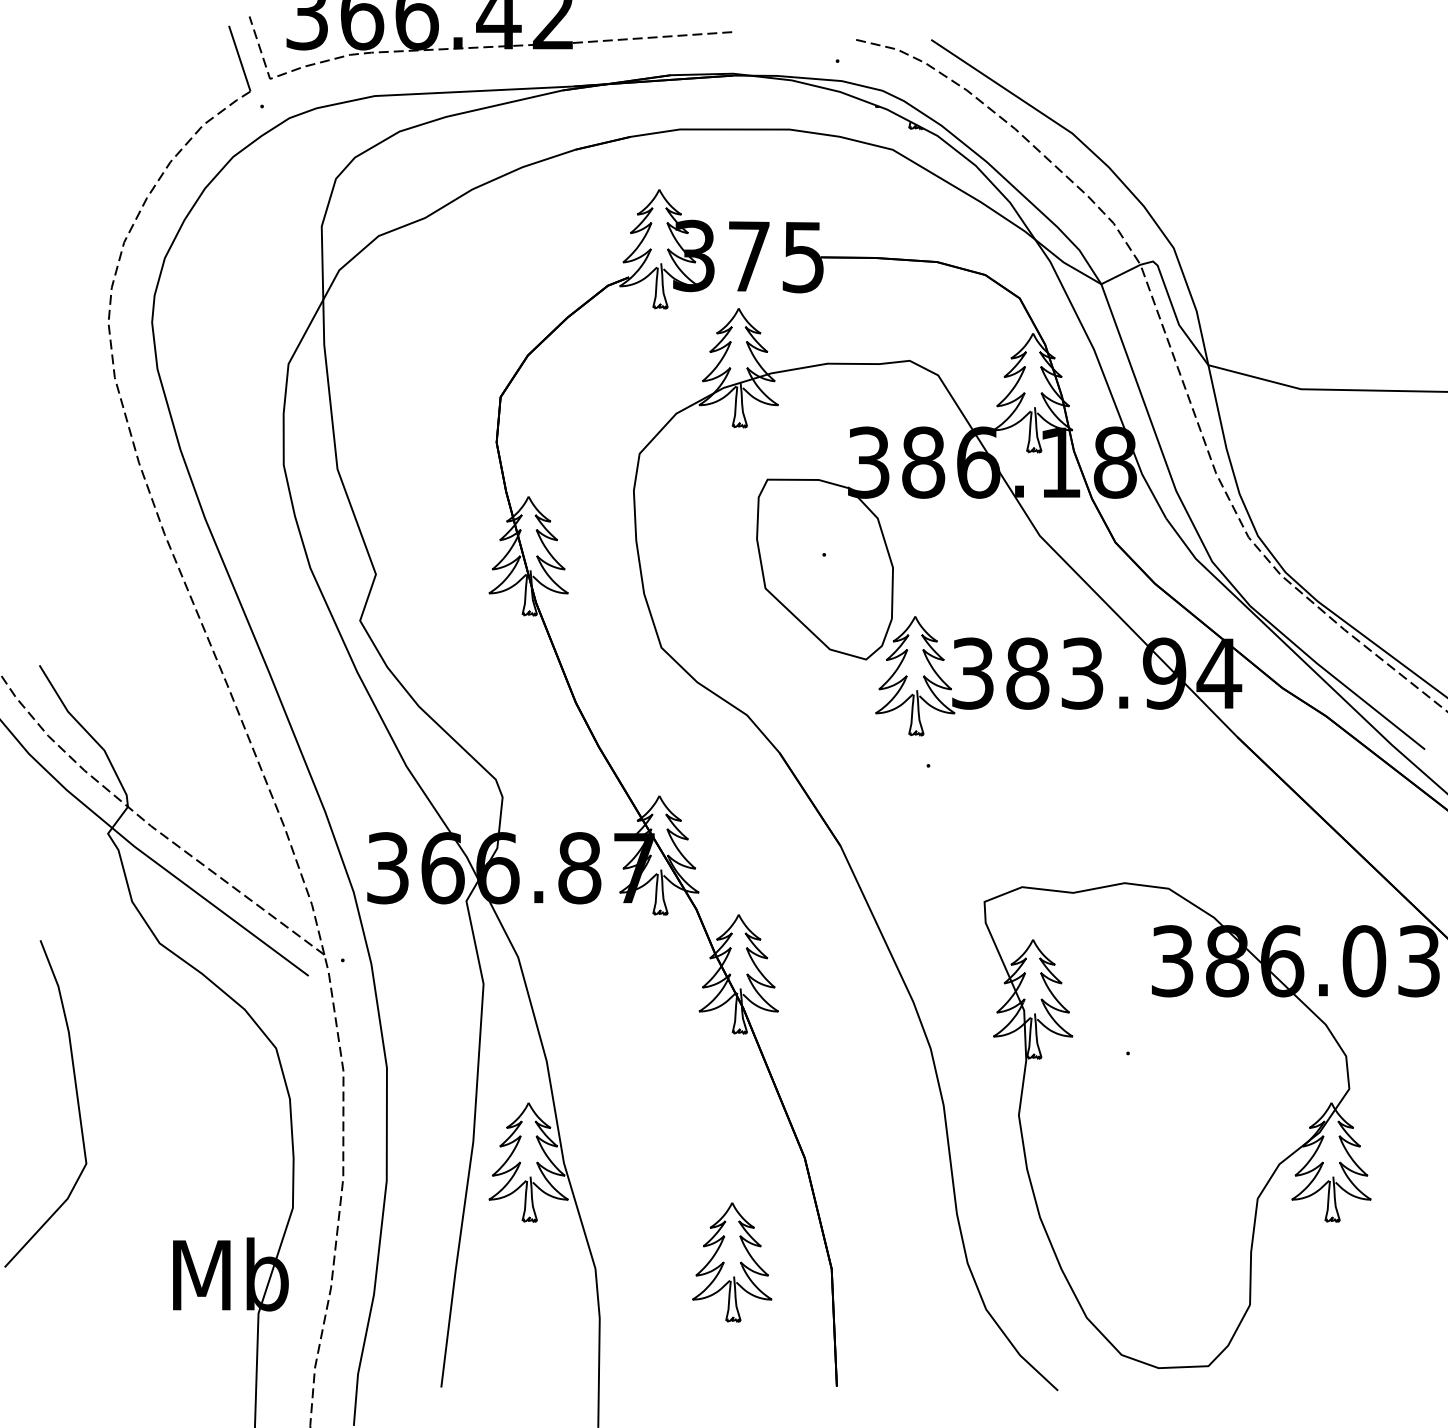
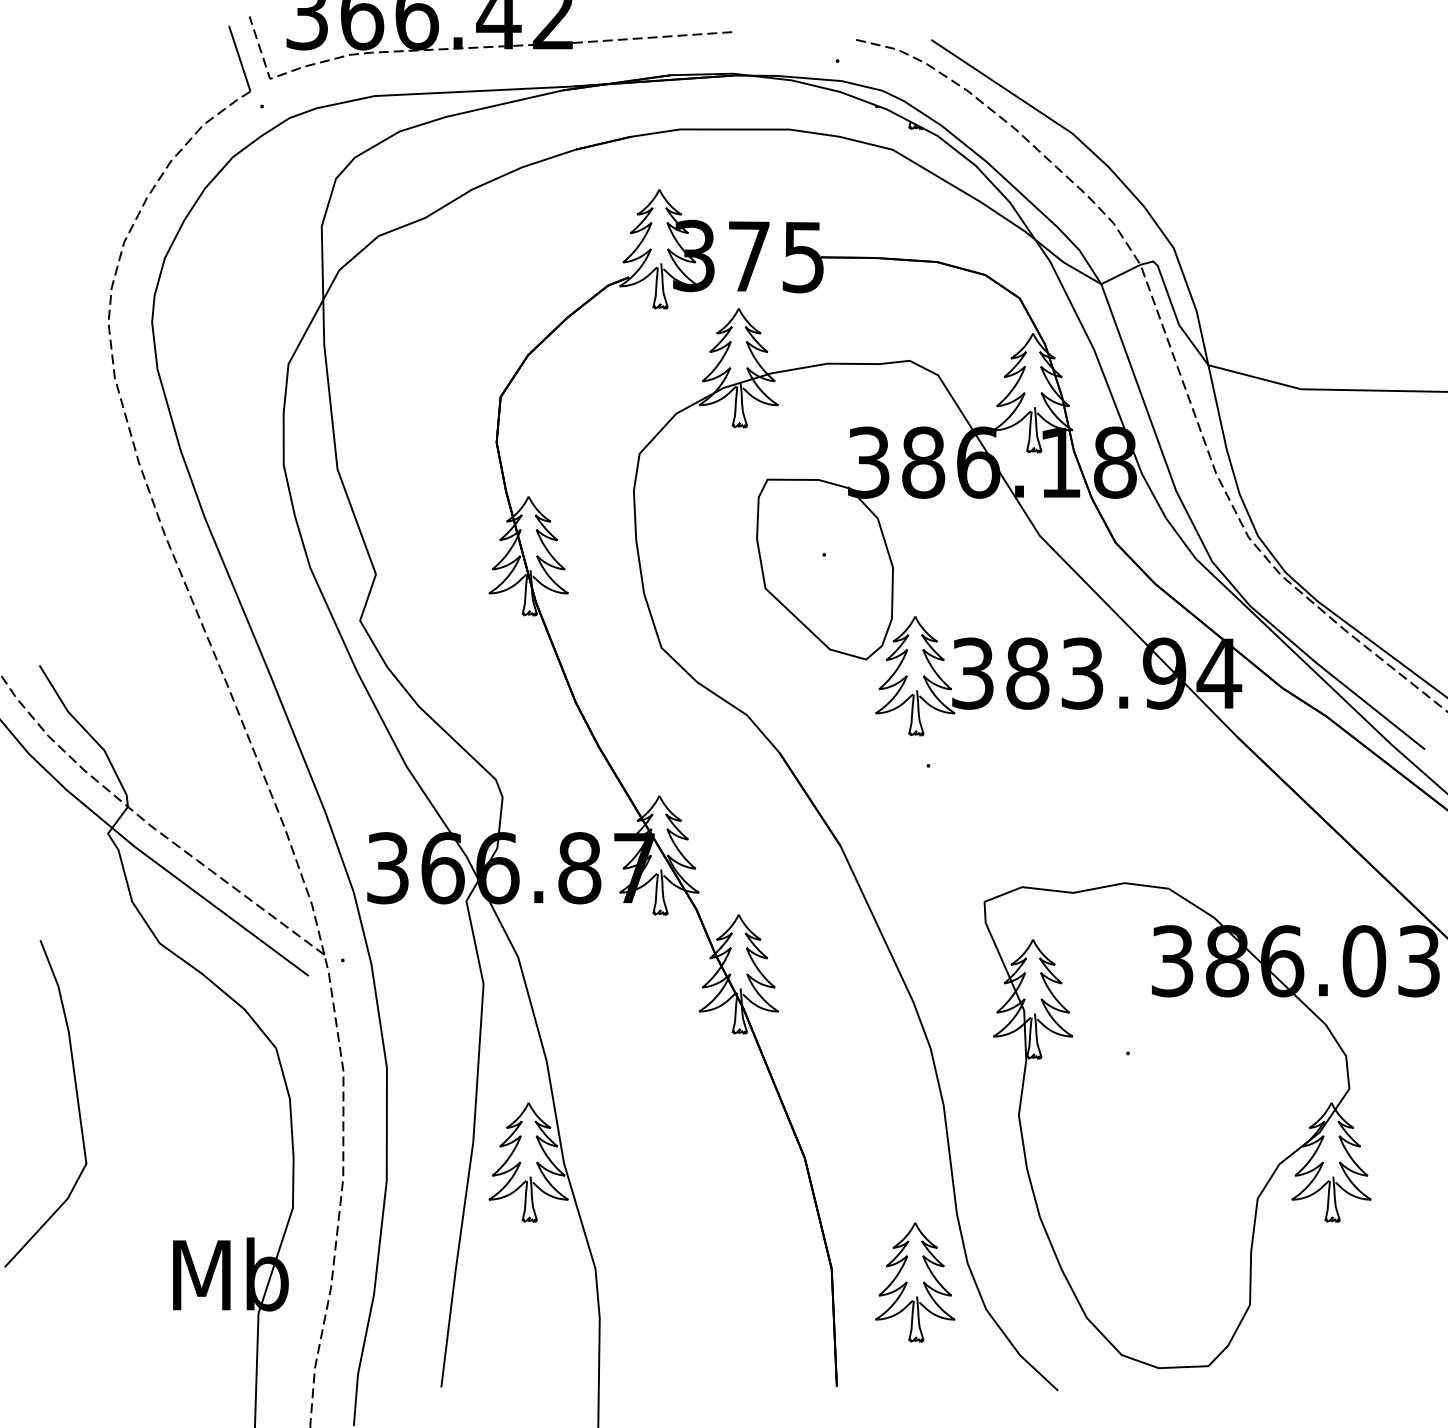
part at (732, 1262) position: (732, 1262) -> (915, 1282)
